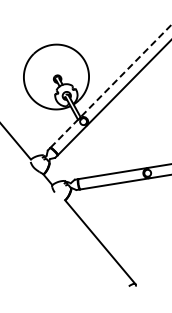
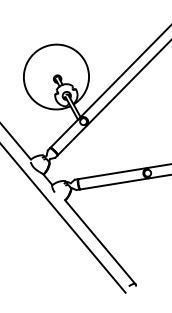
line at (111, 85): dashed -> solid
line at (63, 218): none -> present
